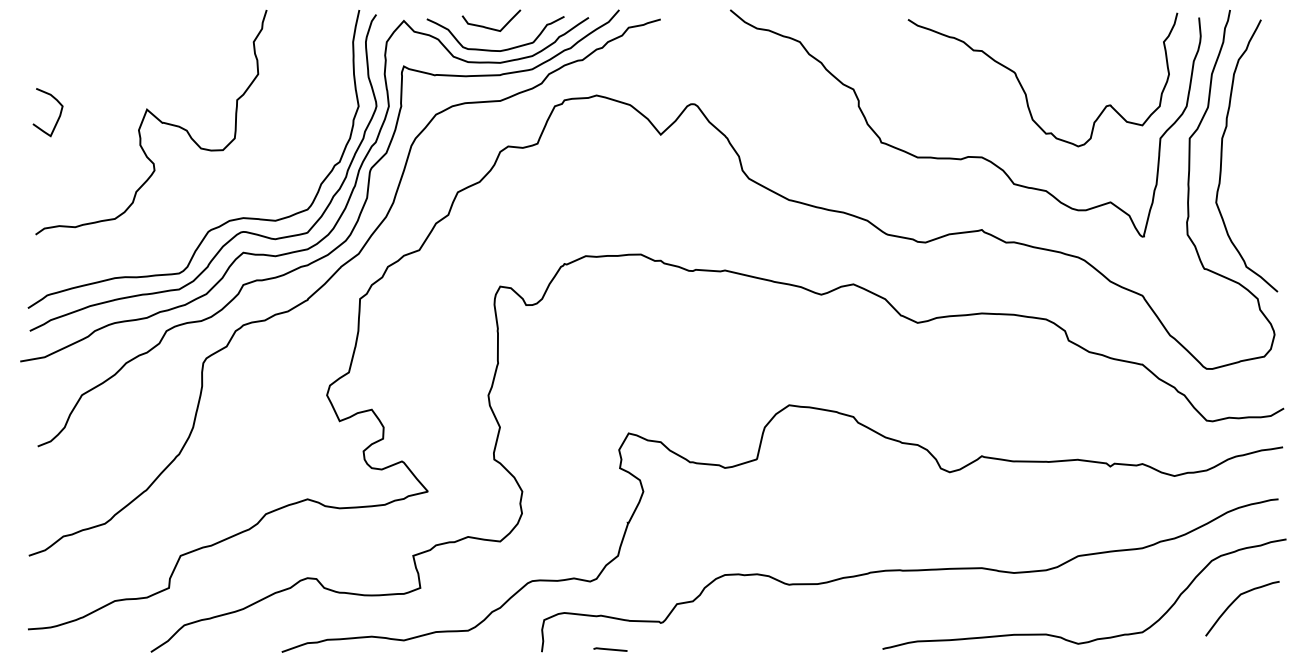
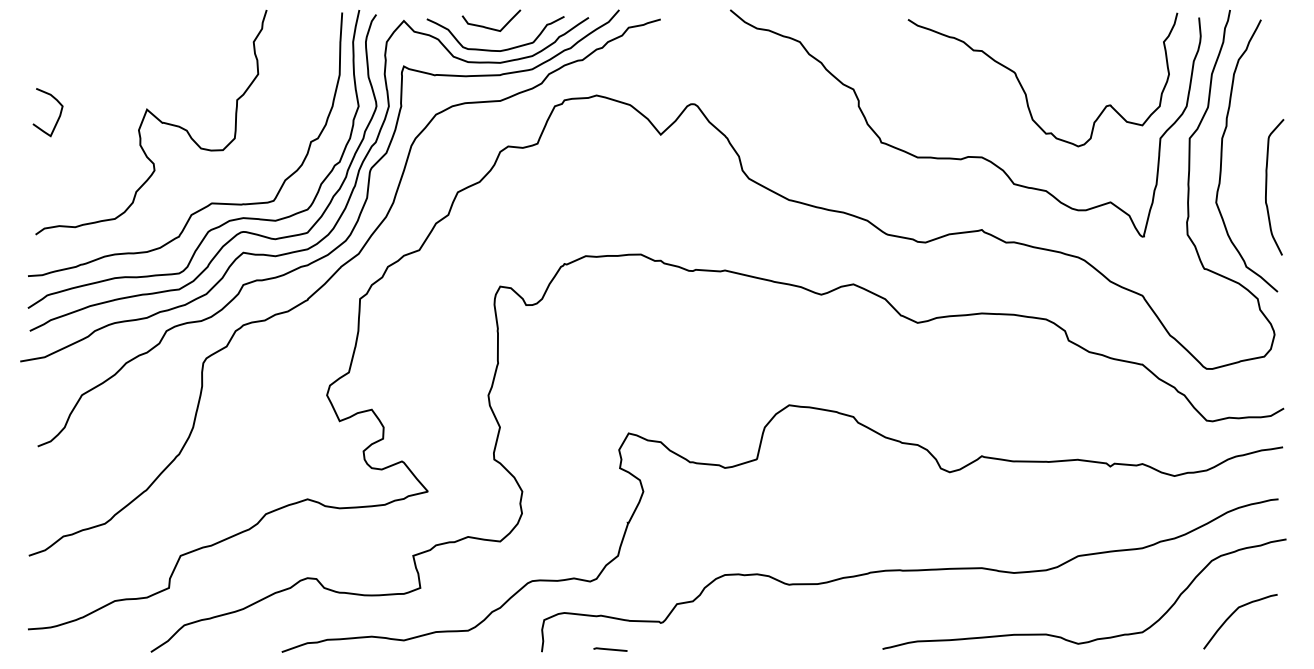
curve at (1267, 186): none -> present
curve at (211, 202): none -> present
curve at (1235, 601) position: (1235, 601) -> (1233, 614)
